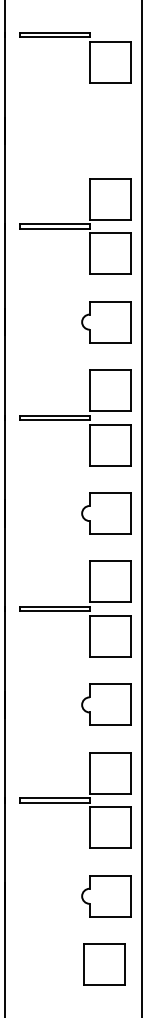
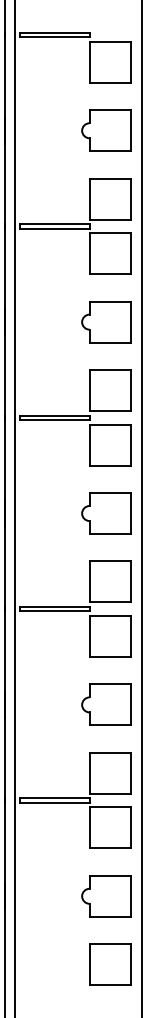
part at (106, 130): none -> present
line at (15, 508): none -> present
part at (104, 964) position: (104, 964) -> (110, 964)
